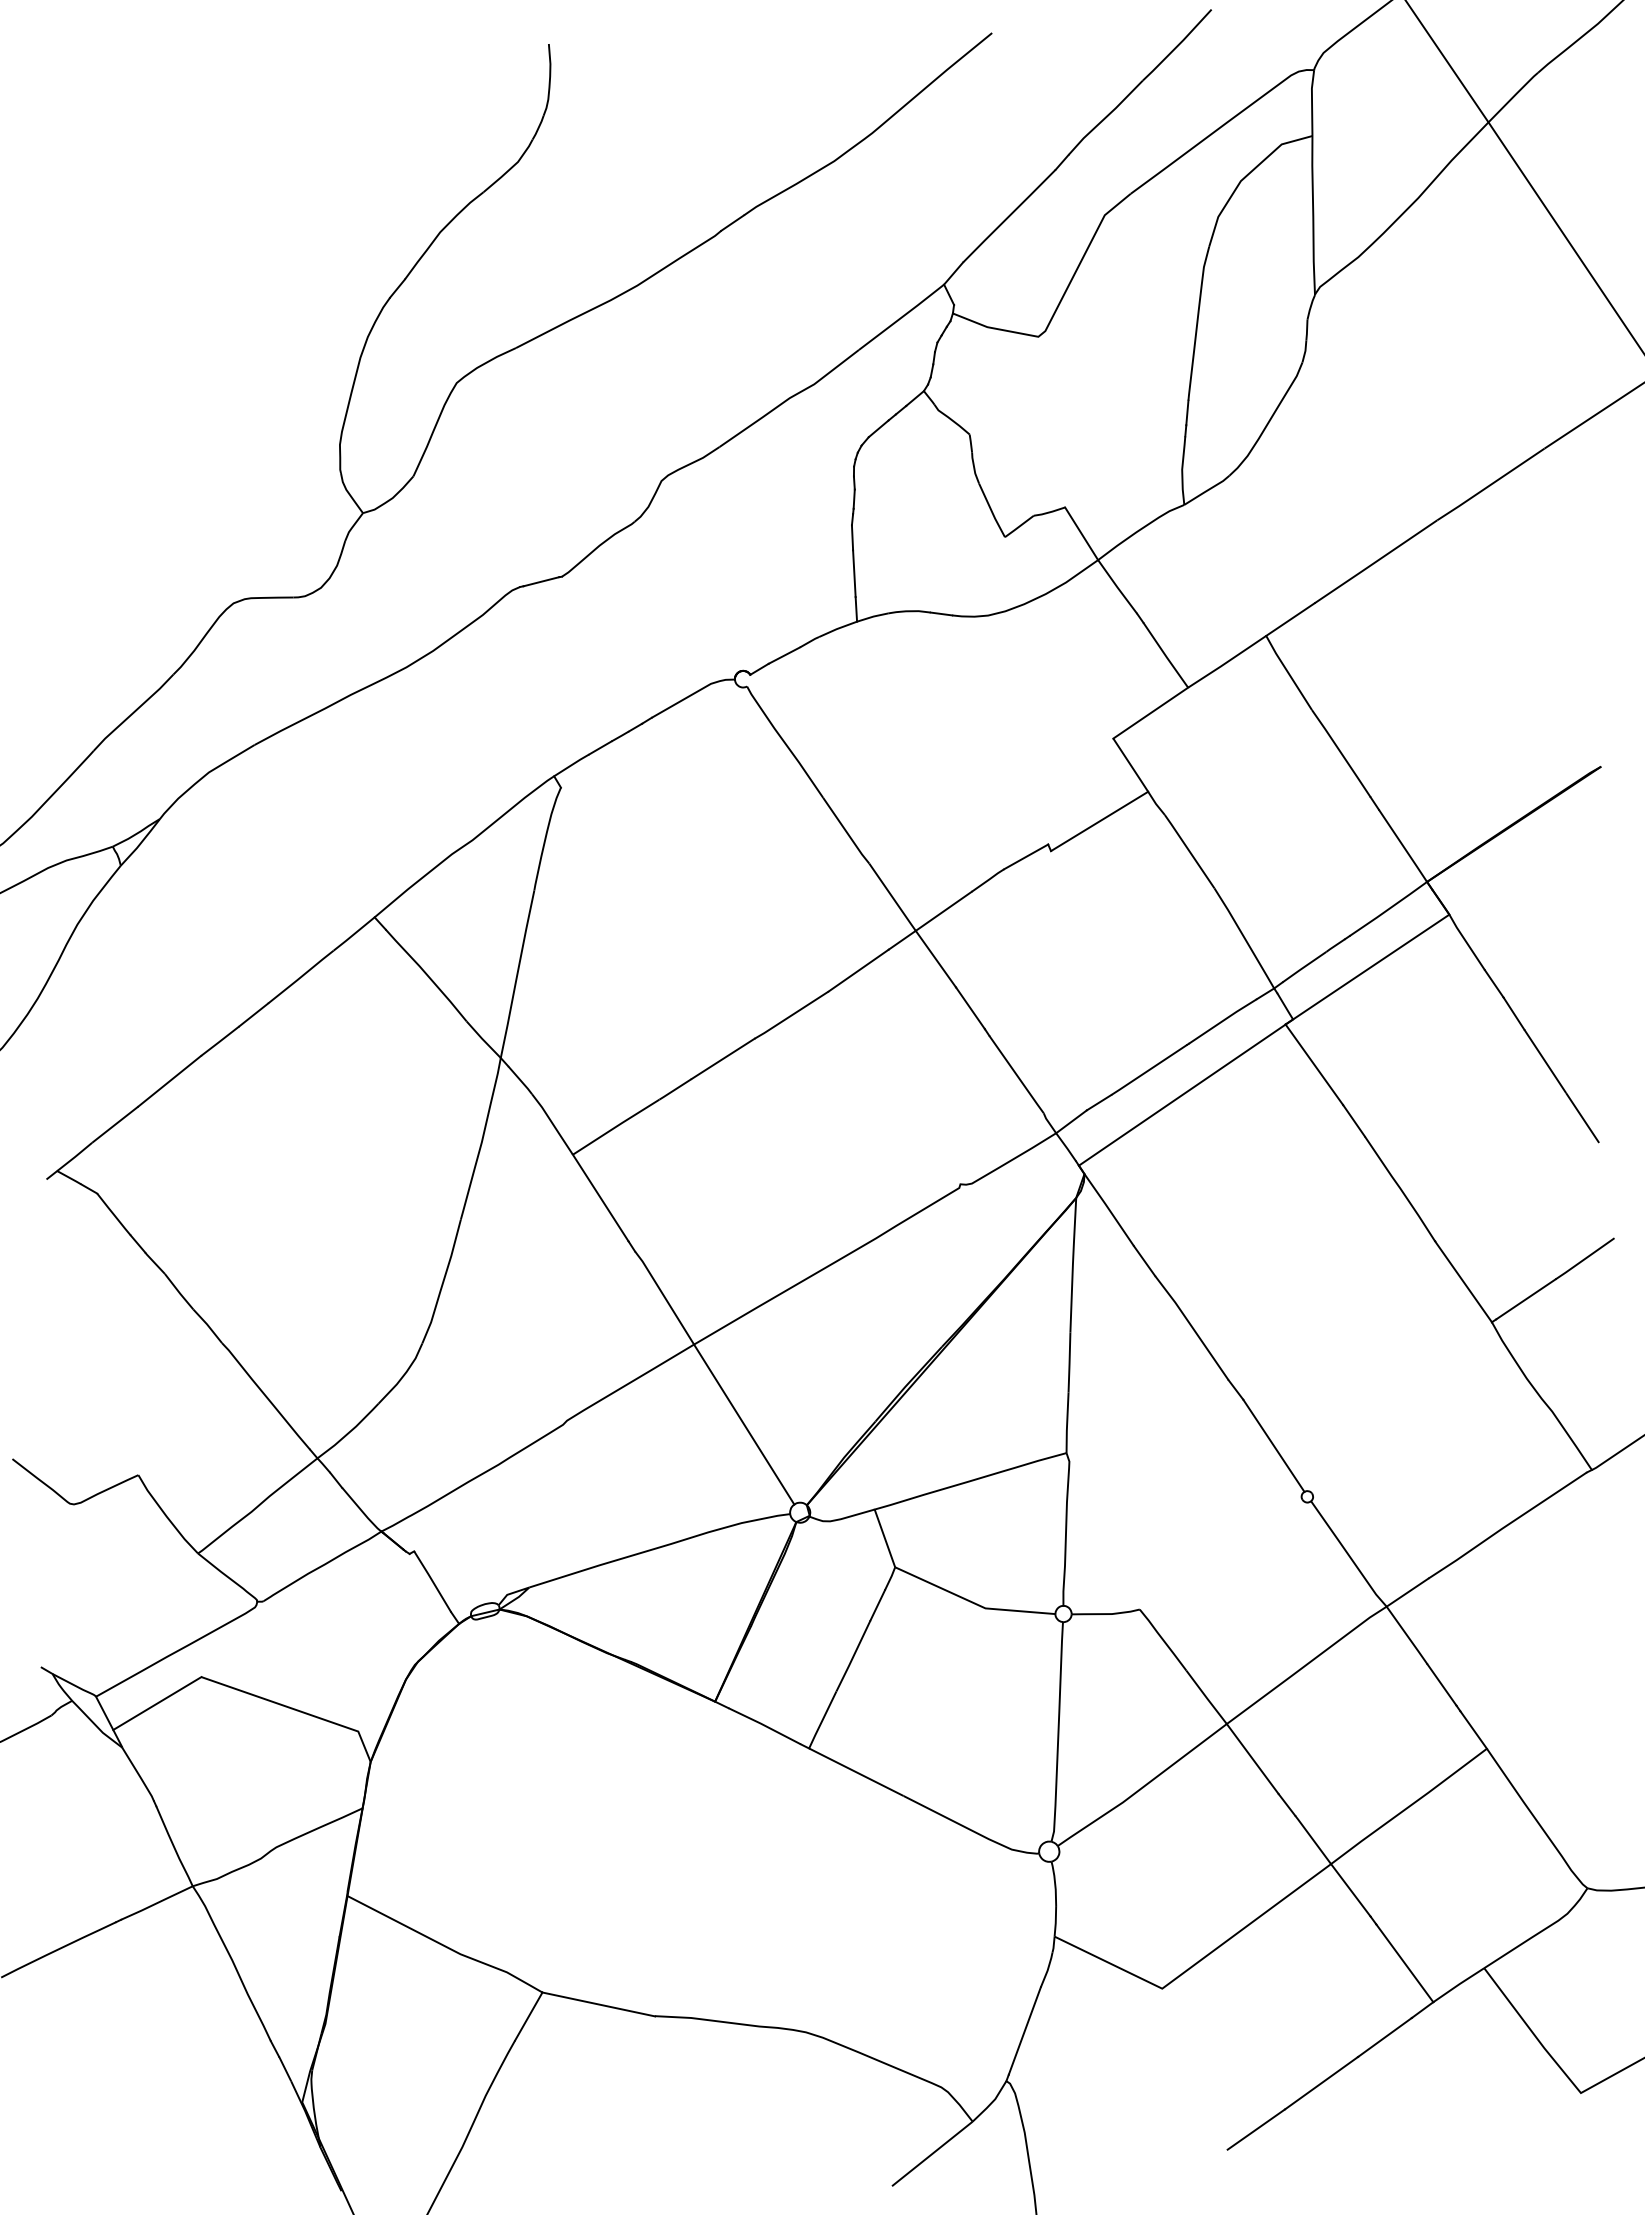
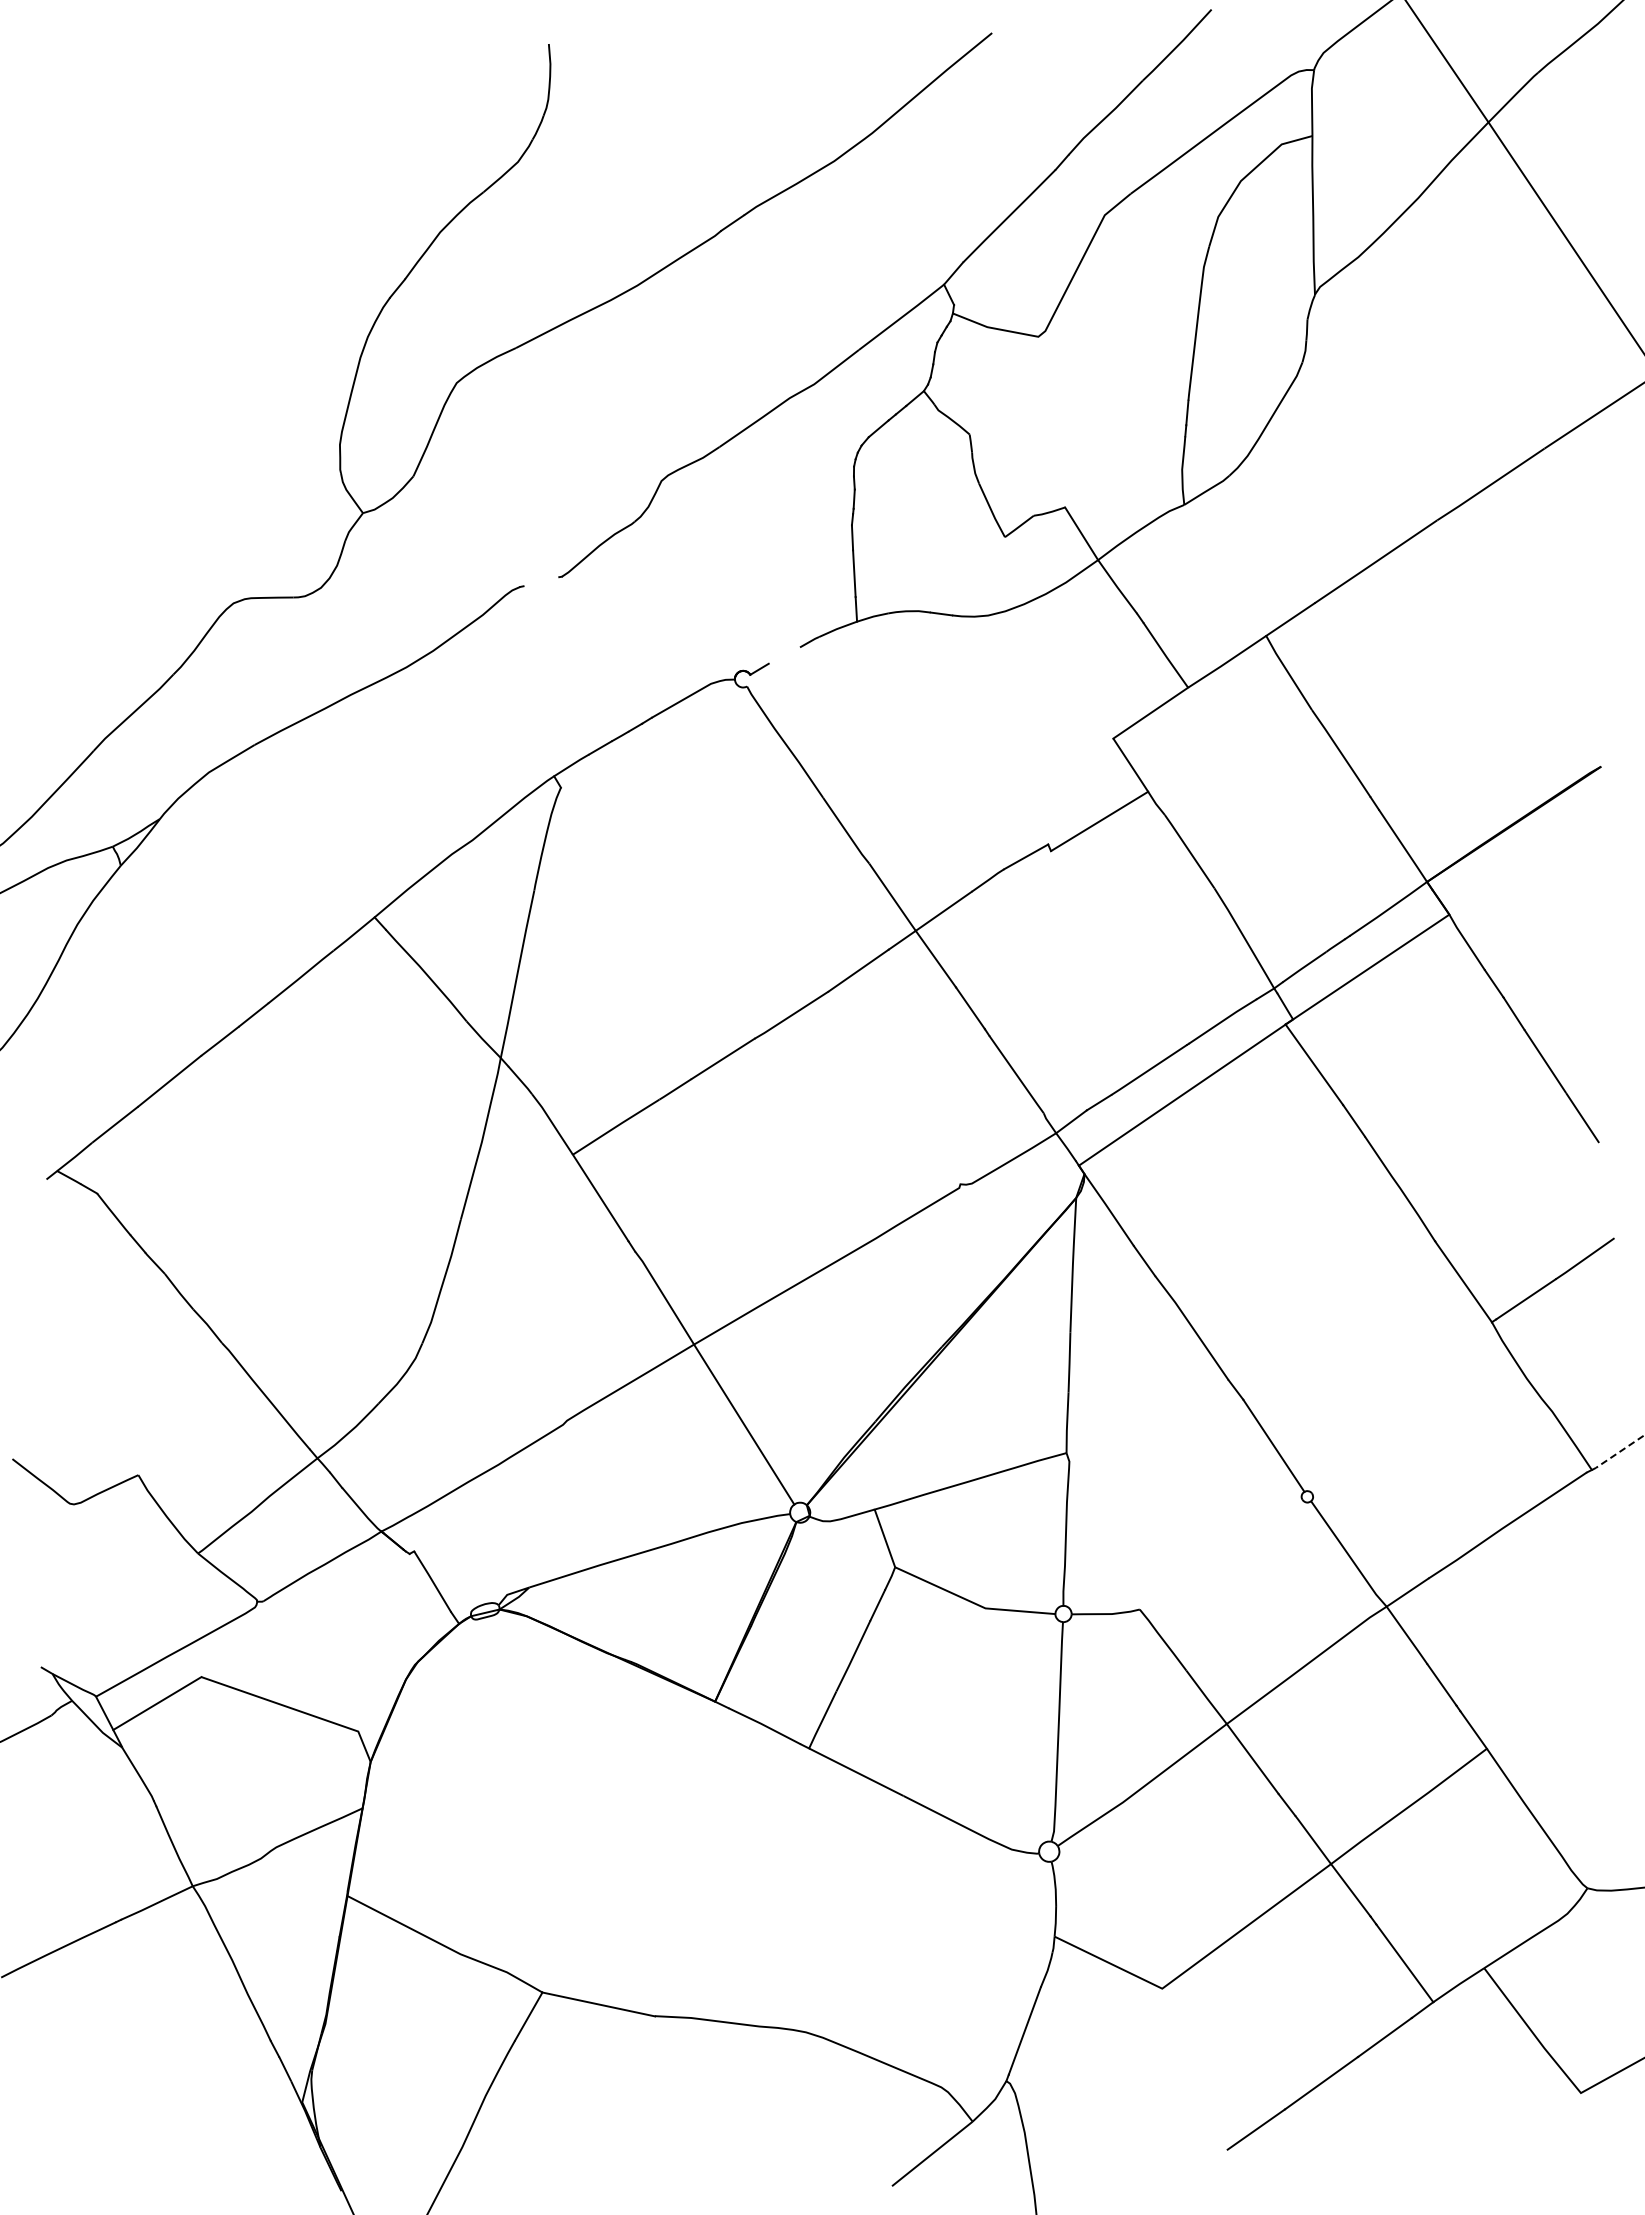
line at (541, 581): present -> none
line at (784, 655): present -> none
line at (1618, 1452): solid -> dashed
